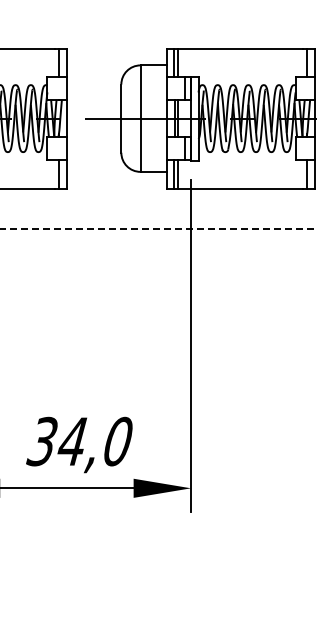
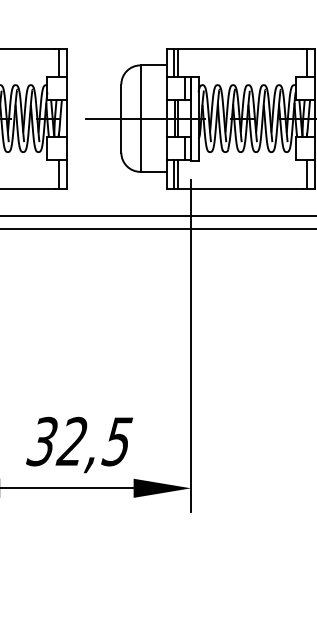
line at (157, 215): none -> present
line at (158, 229): dashed -> solid
text at (93, 441): 34,0 -> 32,5
